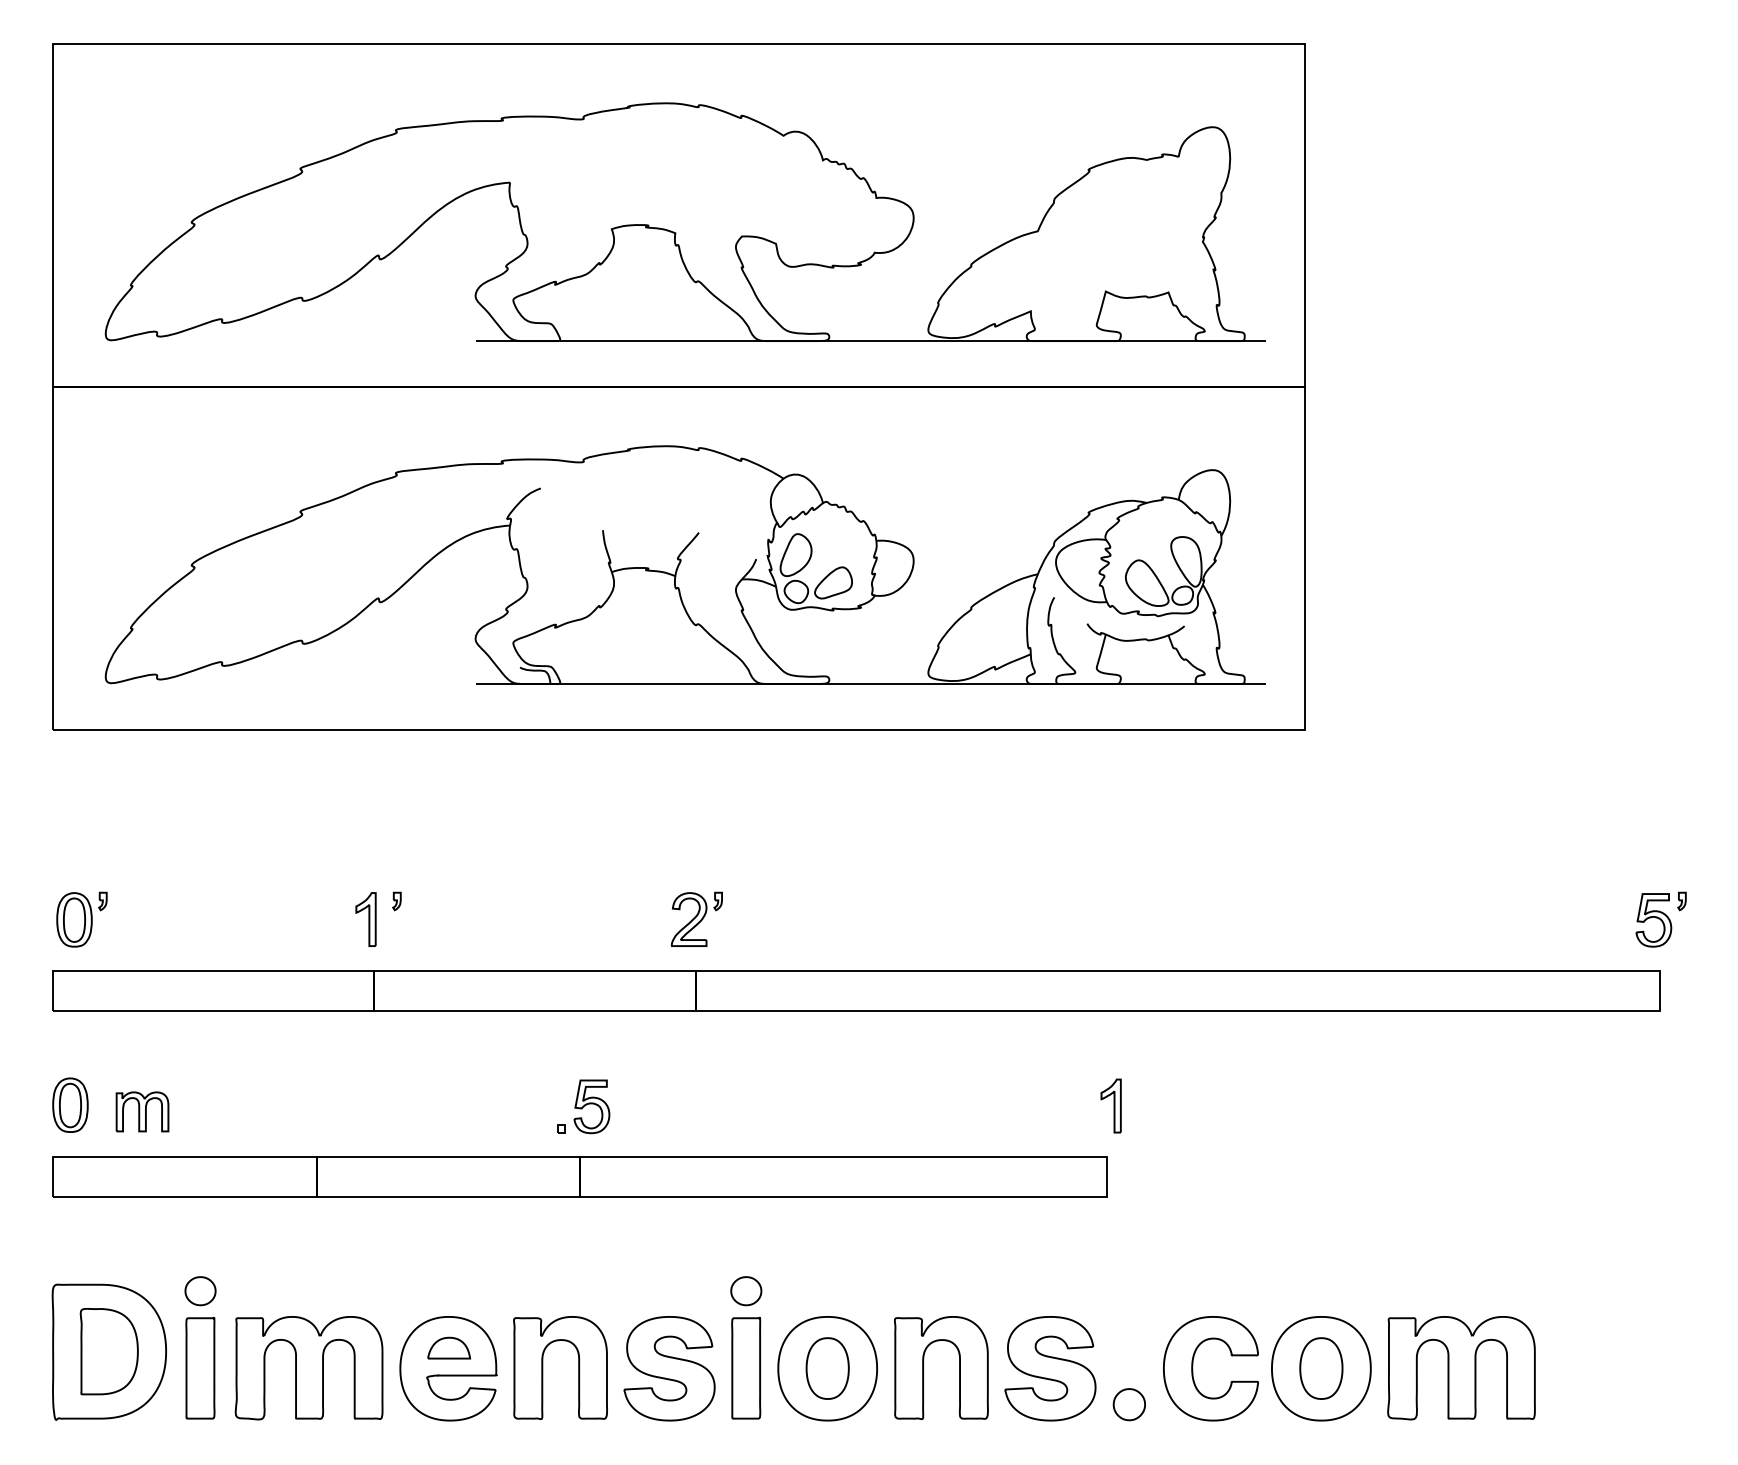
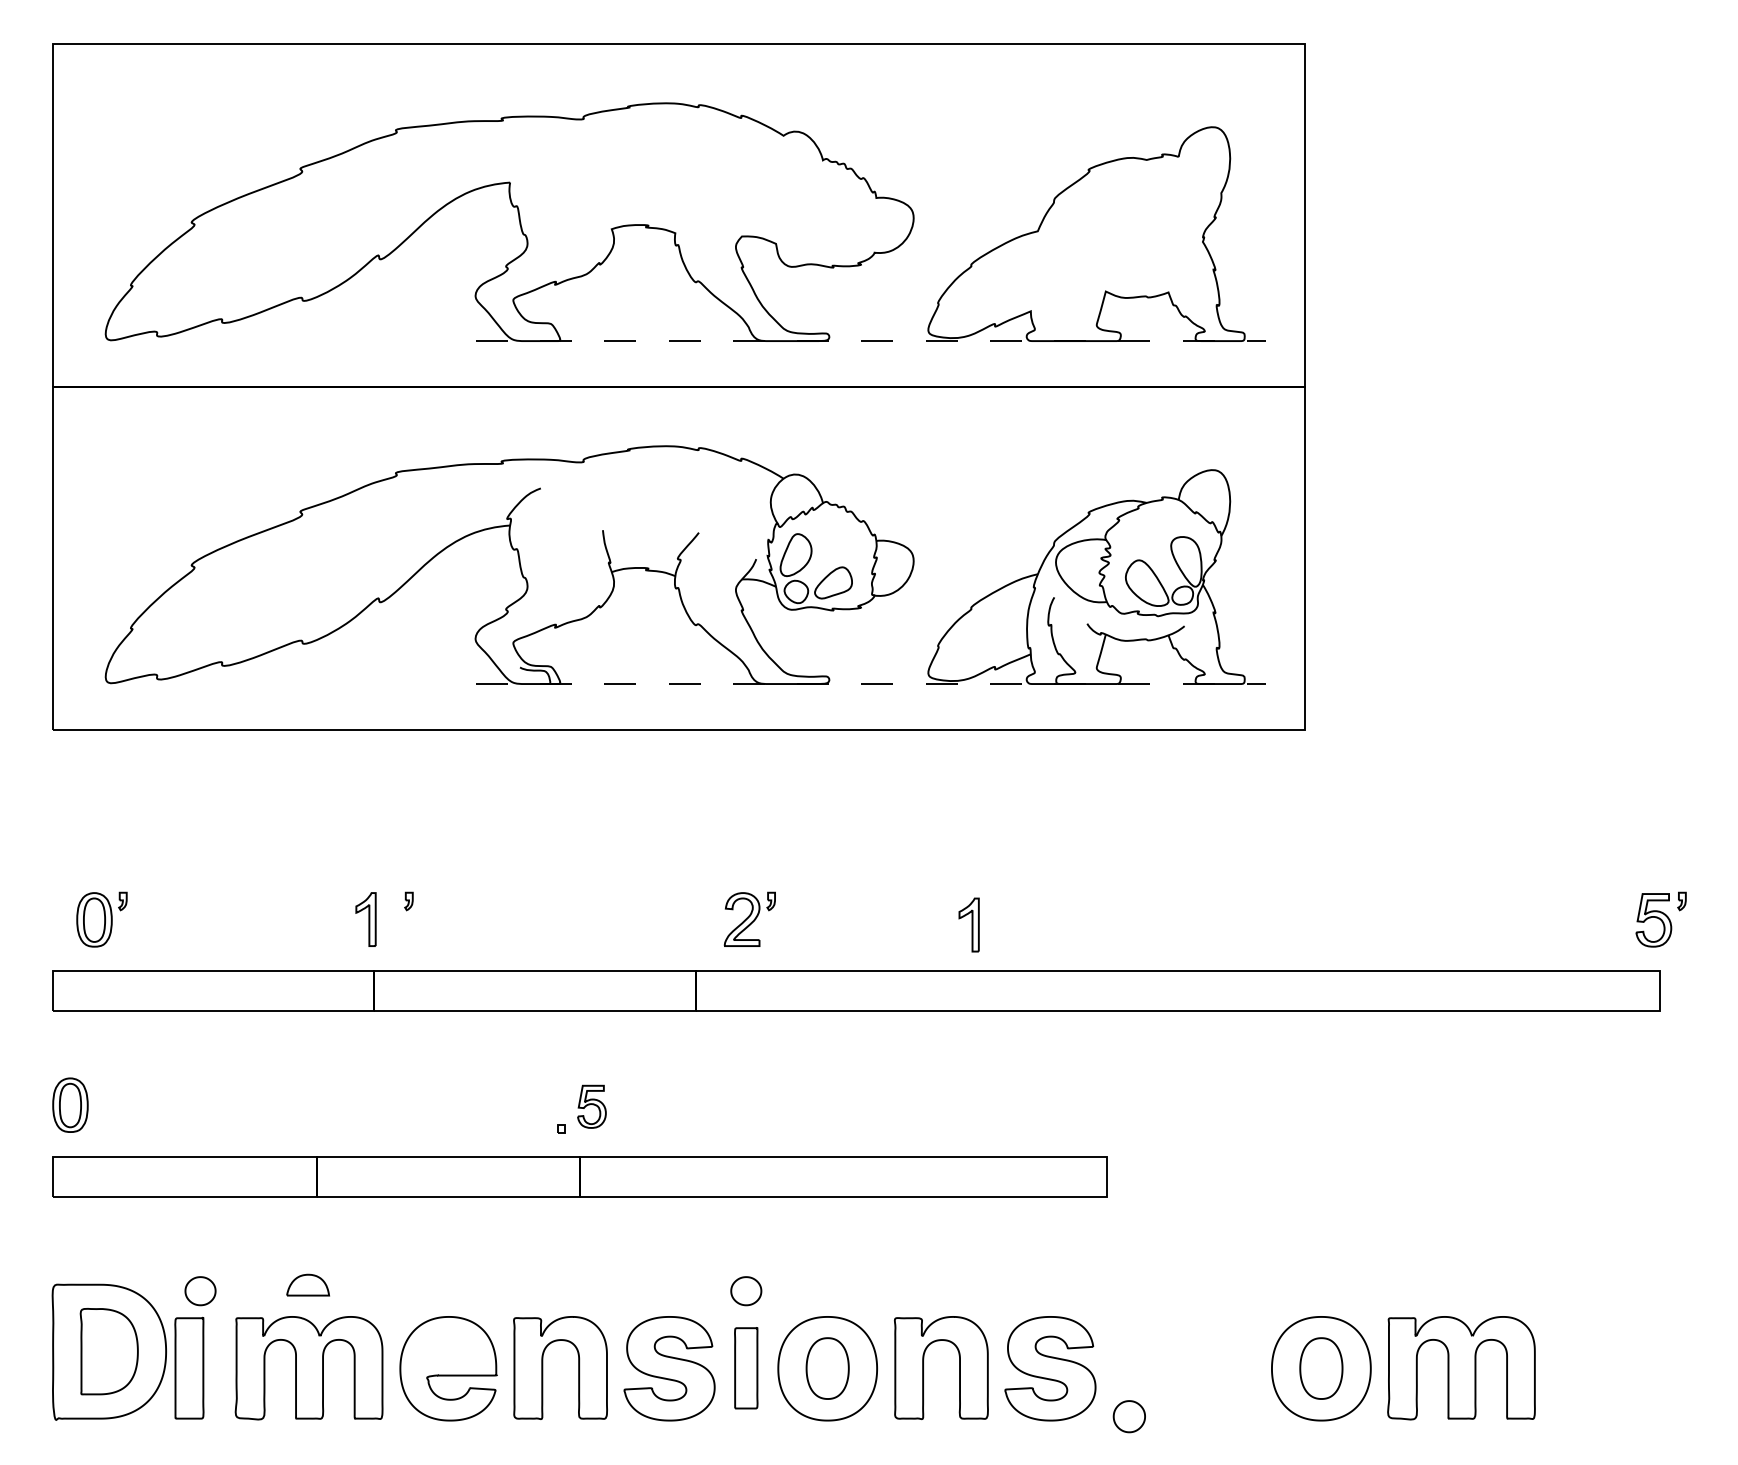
line at (870, 341): solid -> dashed
line at (870, 684): solid -> dashed
part at (396, 901) position: (396, 901) -> (408, 901)
part at (696, 918) position: (696, 918) -> (749, 918)
part at (81, 919) position: (81, 919) -> (101, 919)
part at (1110, 1105) position: (1110, 1105) -> (968, 924)
part at (591, 1106) size: 38x56 px -> 30x45 px
part at (142, 1111): present -> none
part at (448, 1347) position: (448, 1347) -> (307, 1284)
part at (200, 1367) position: (200, 1367) -> (189, 1367)
part at (746, 1367) size: 31x104 px -> 25x83 px
part at (1193, 1368): present -> none
part at (1128, 1404) position: (1128, 1404) -> (1128, 1416)
